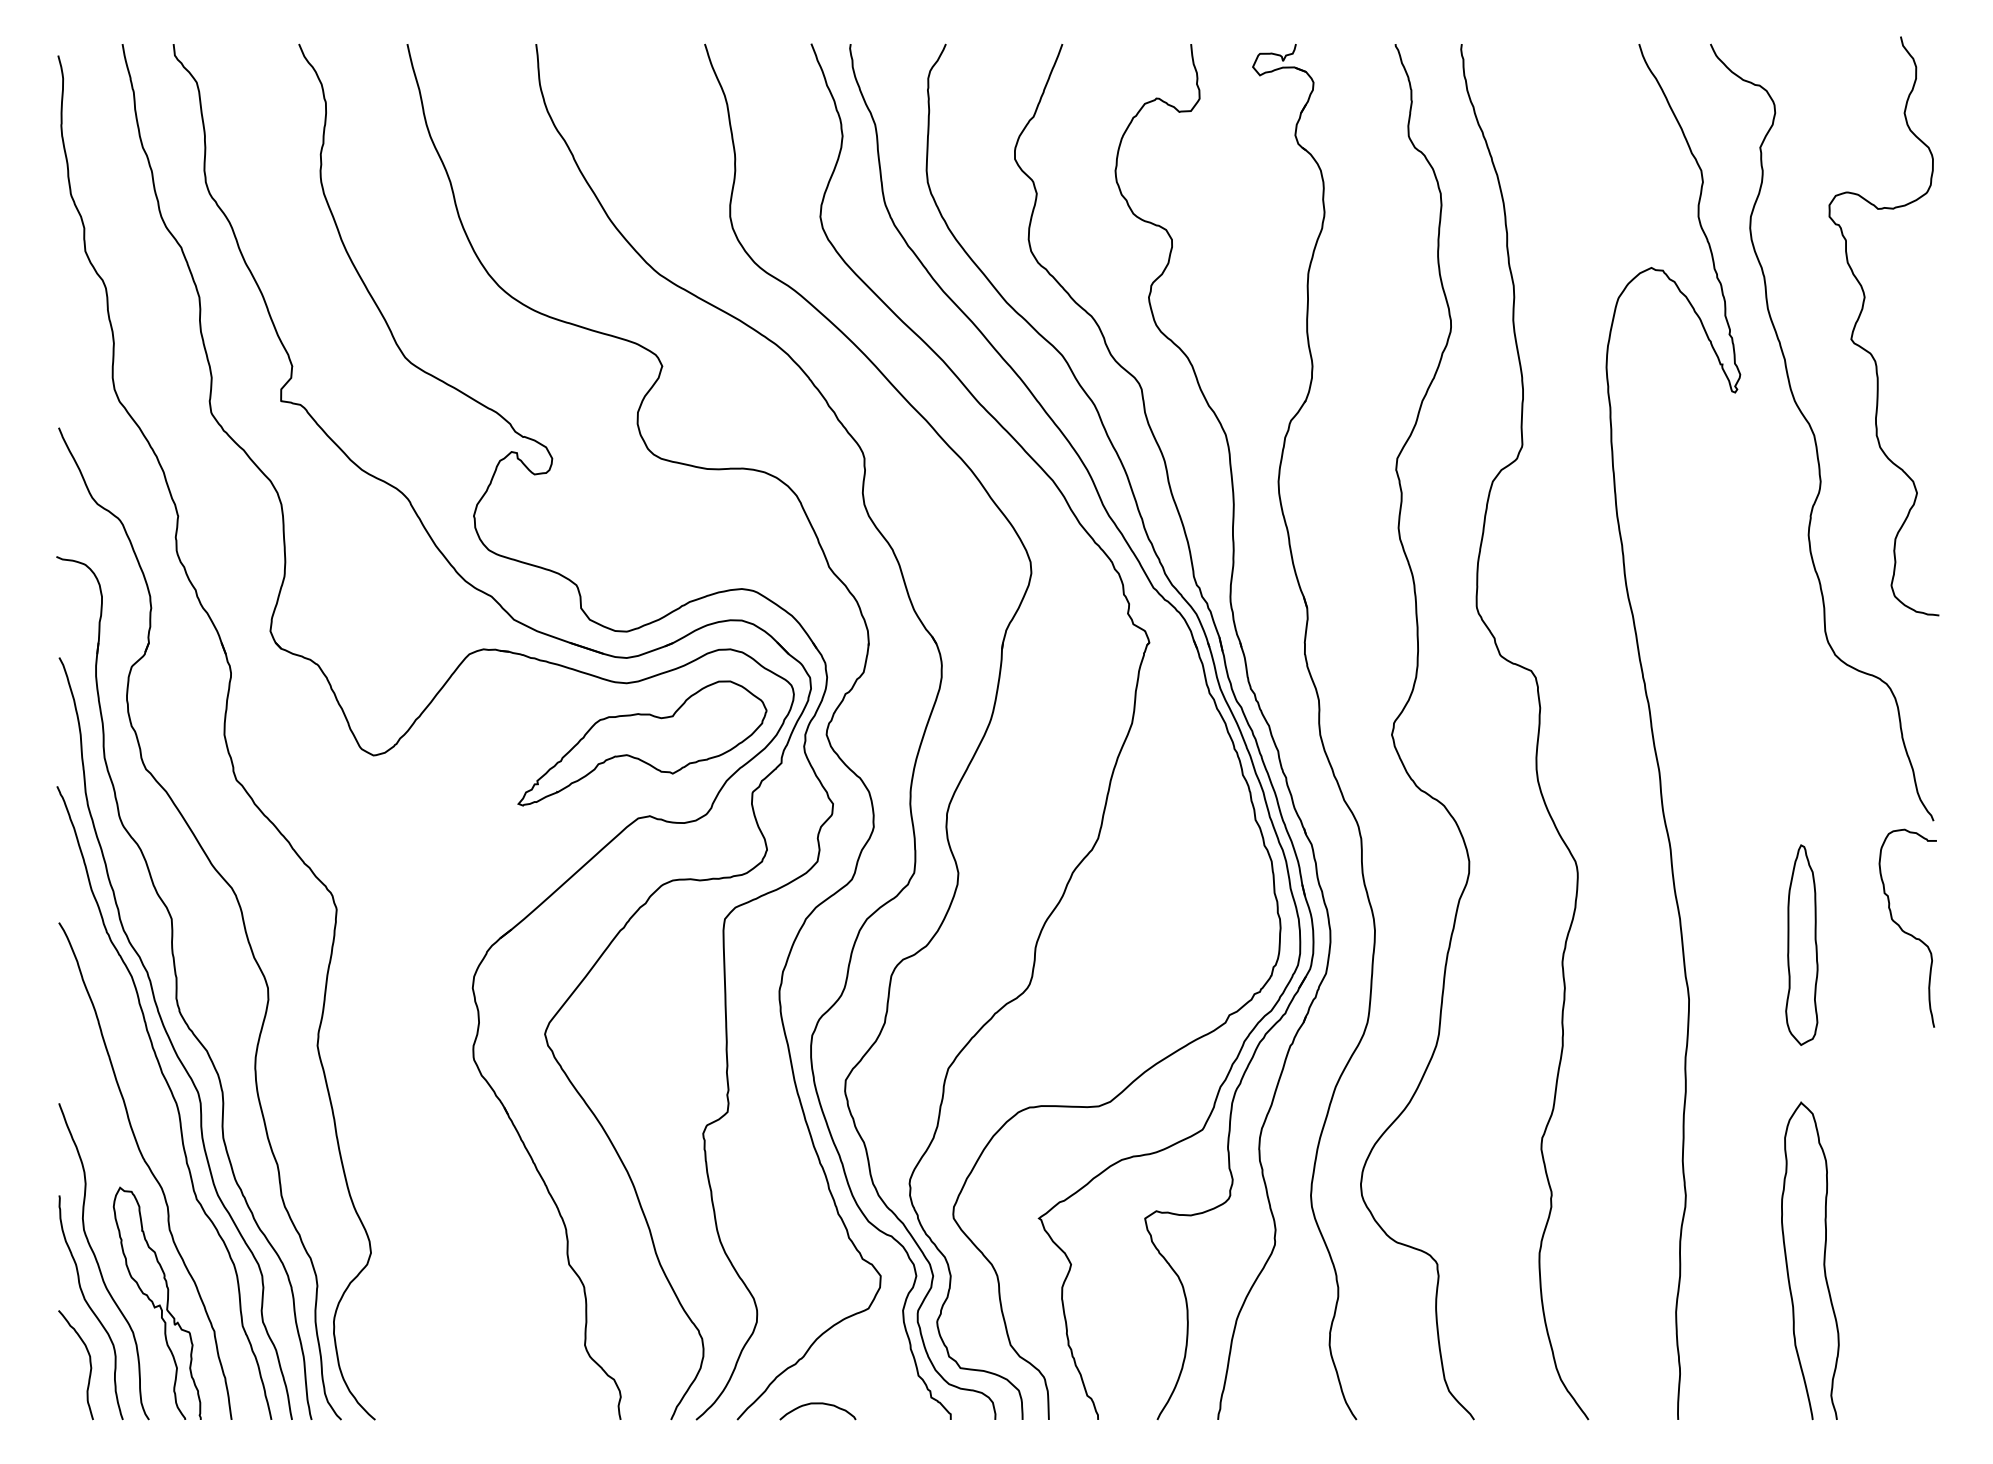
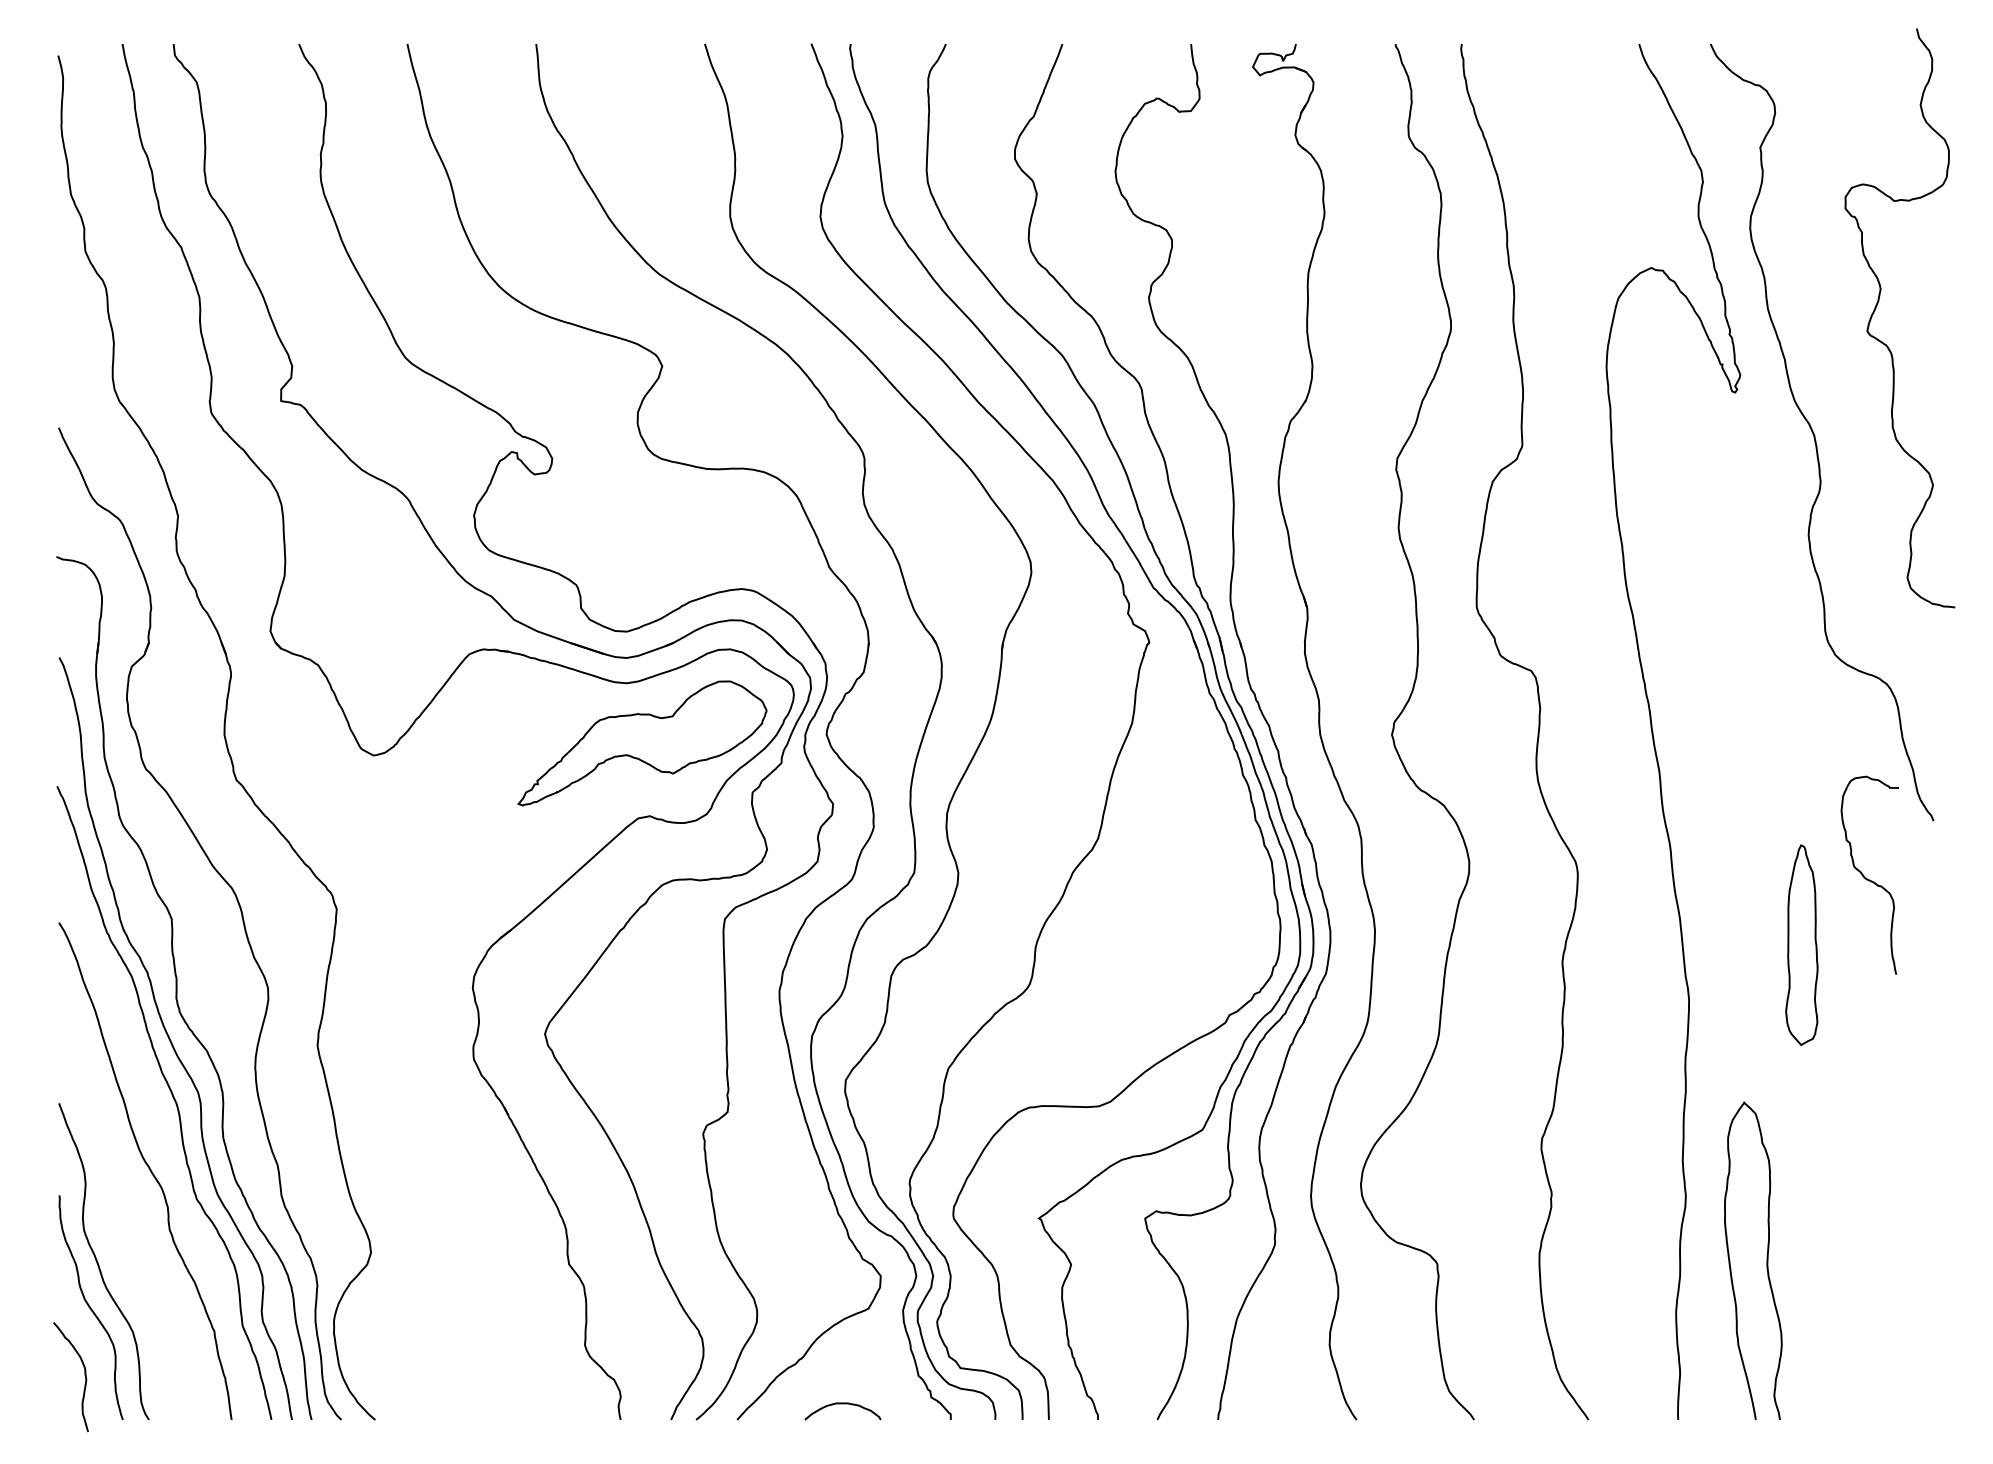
curve at (1861, 314) position: (1861, 314) -> (1877, 306)
curve at (1904, 930) position: (1904, 930) -> (1866, 877)
curve at (1823, 1260) position: (1823, 1260) -> (1766, 1260)
curve at (154, 1304): present -> none
curve at (89, 1364) position: (89, 1364) -> (84, 1376)
curve at (817, 1404) position: (817, 1404) -> (842, 1404)
